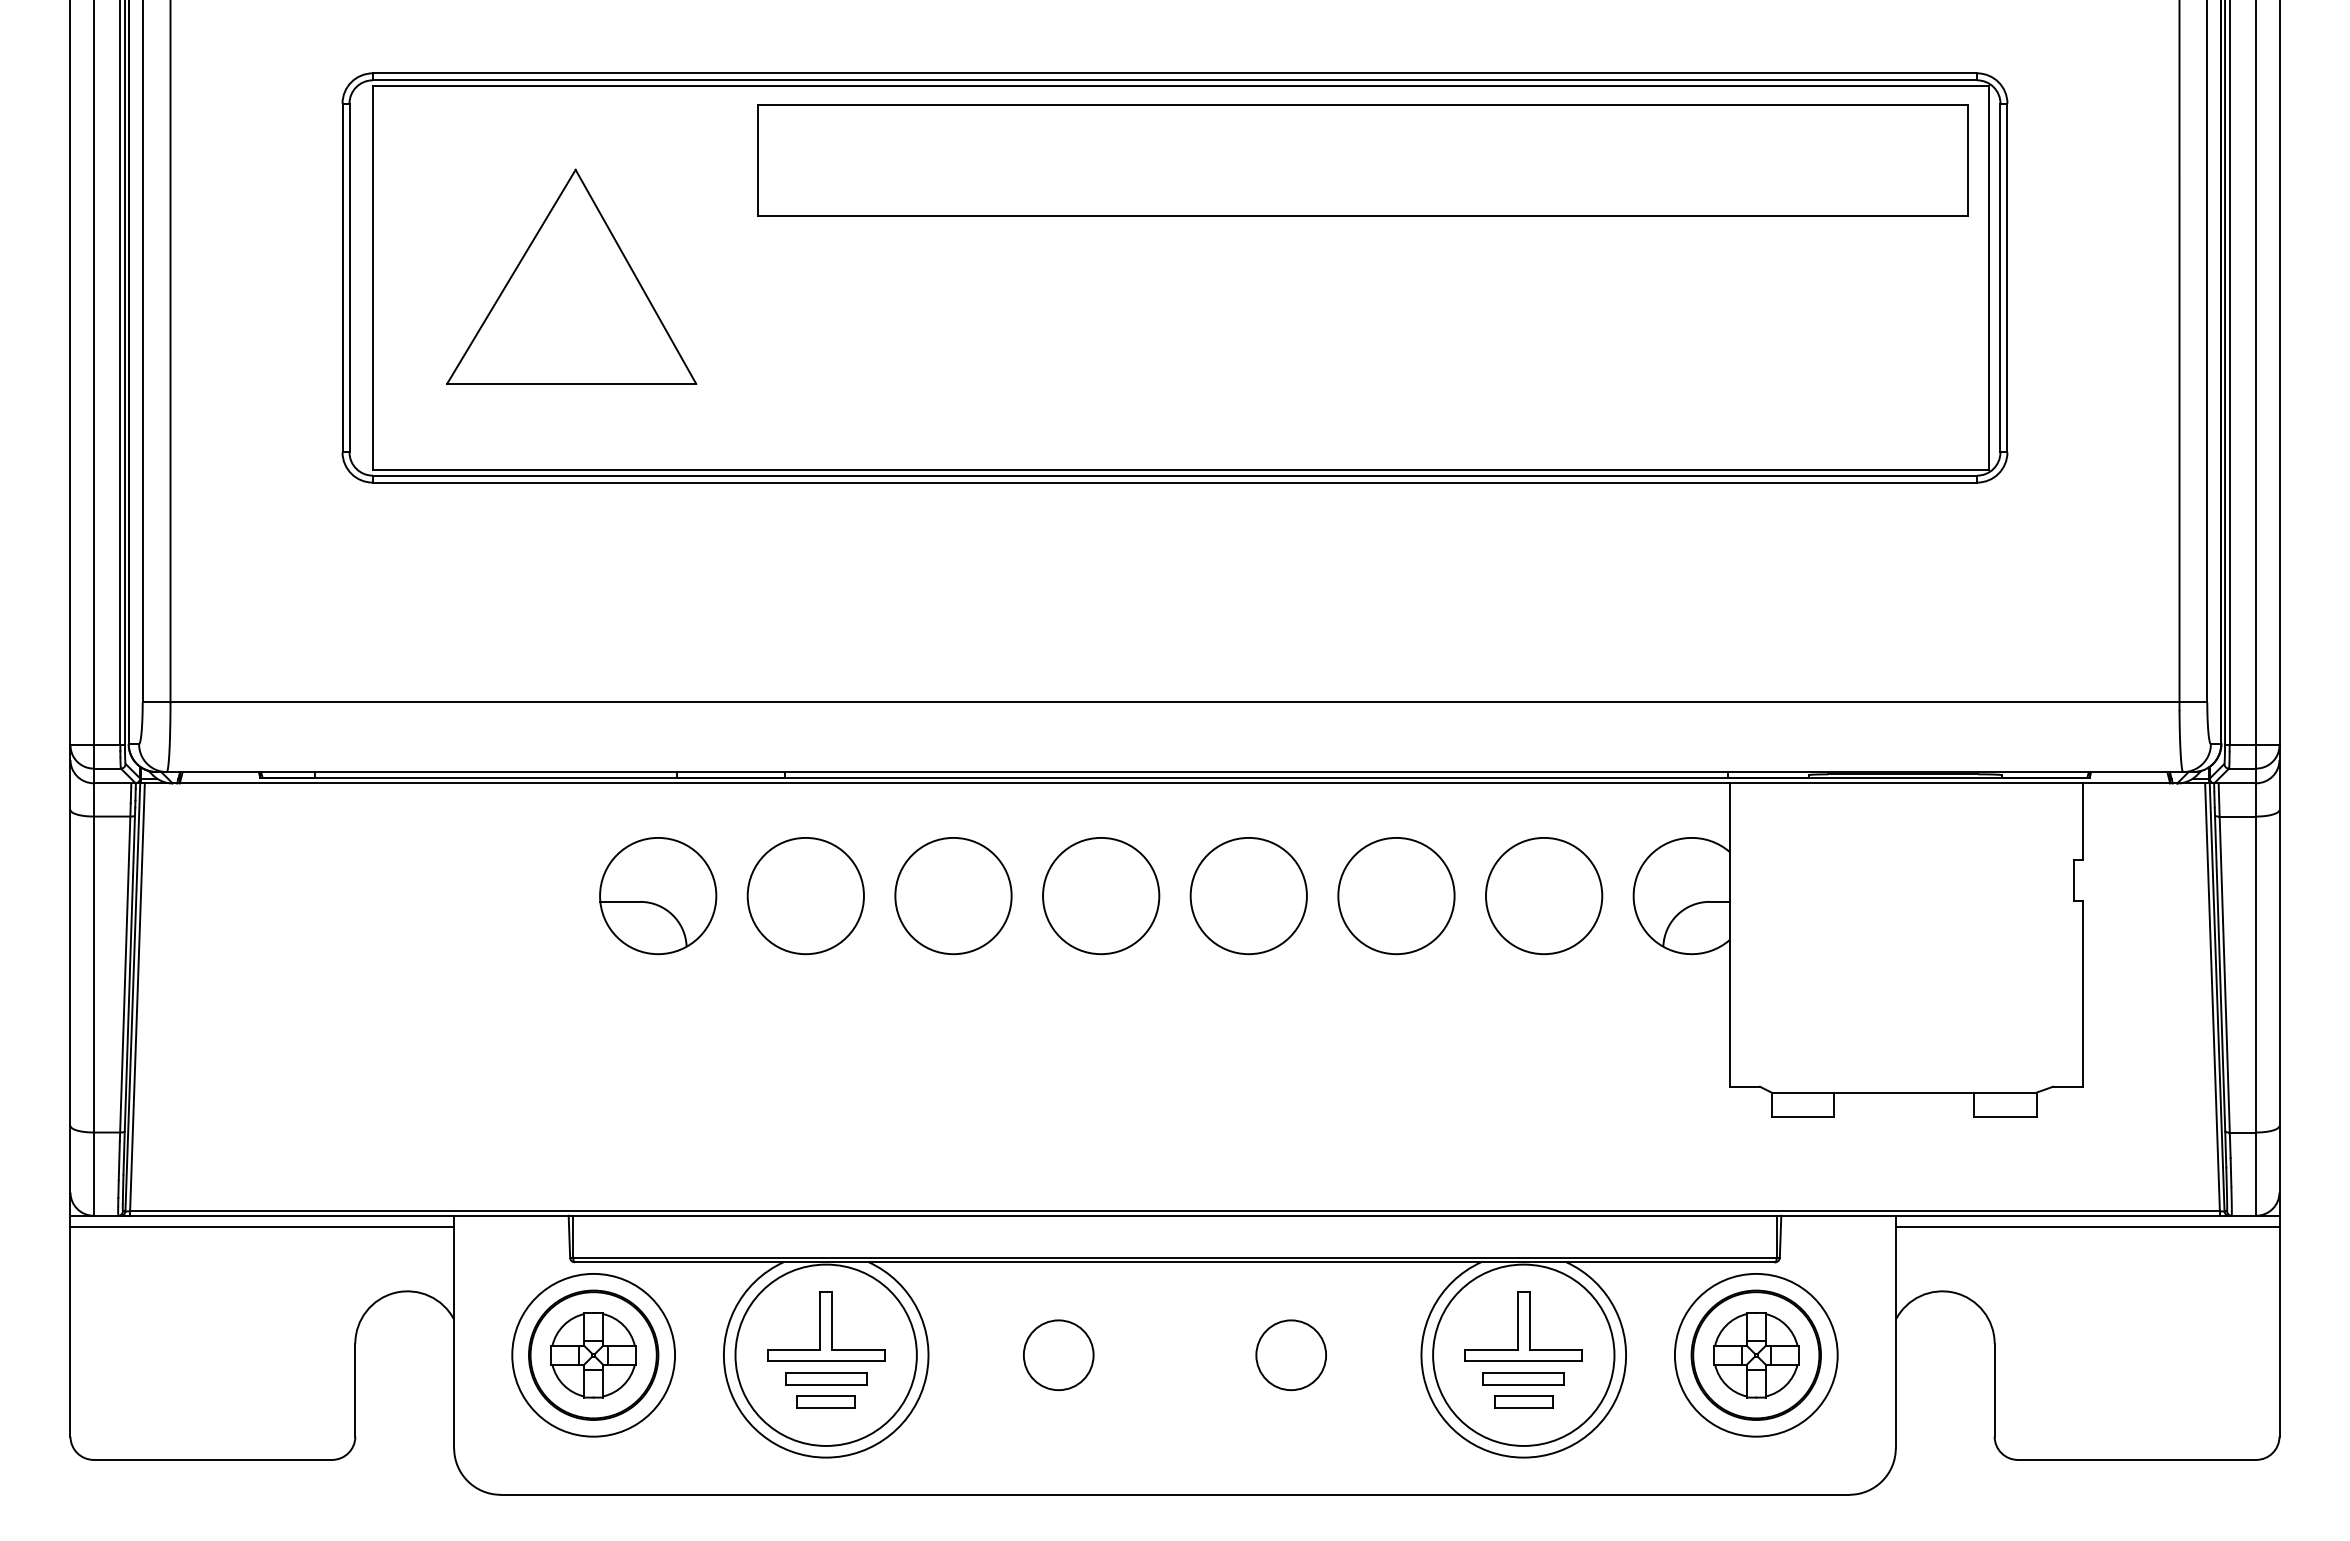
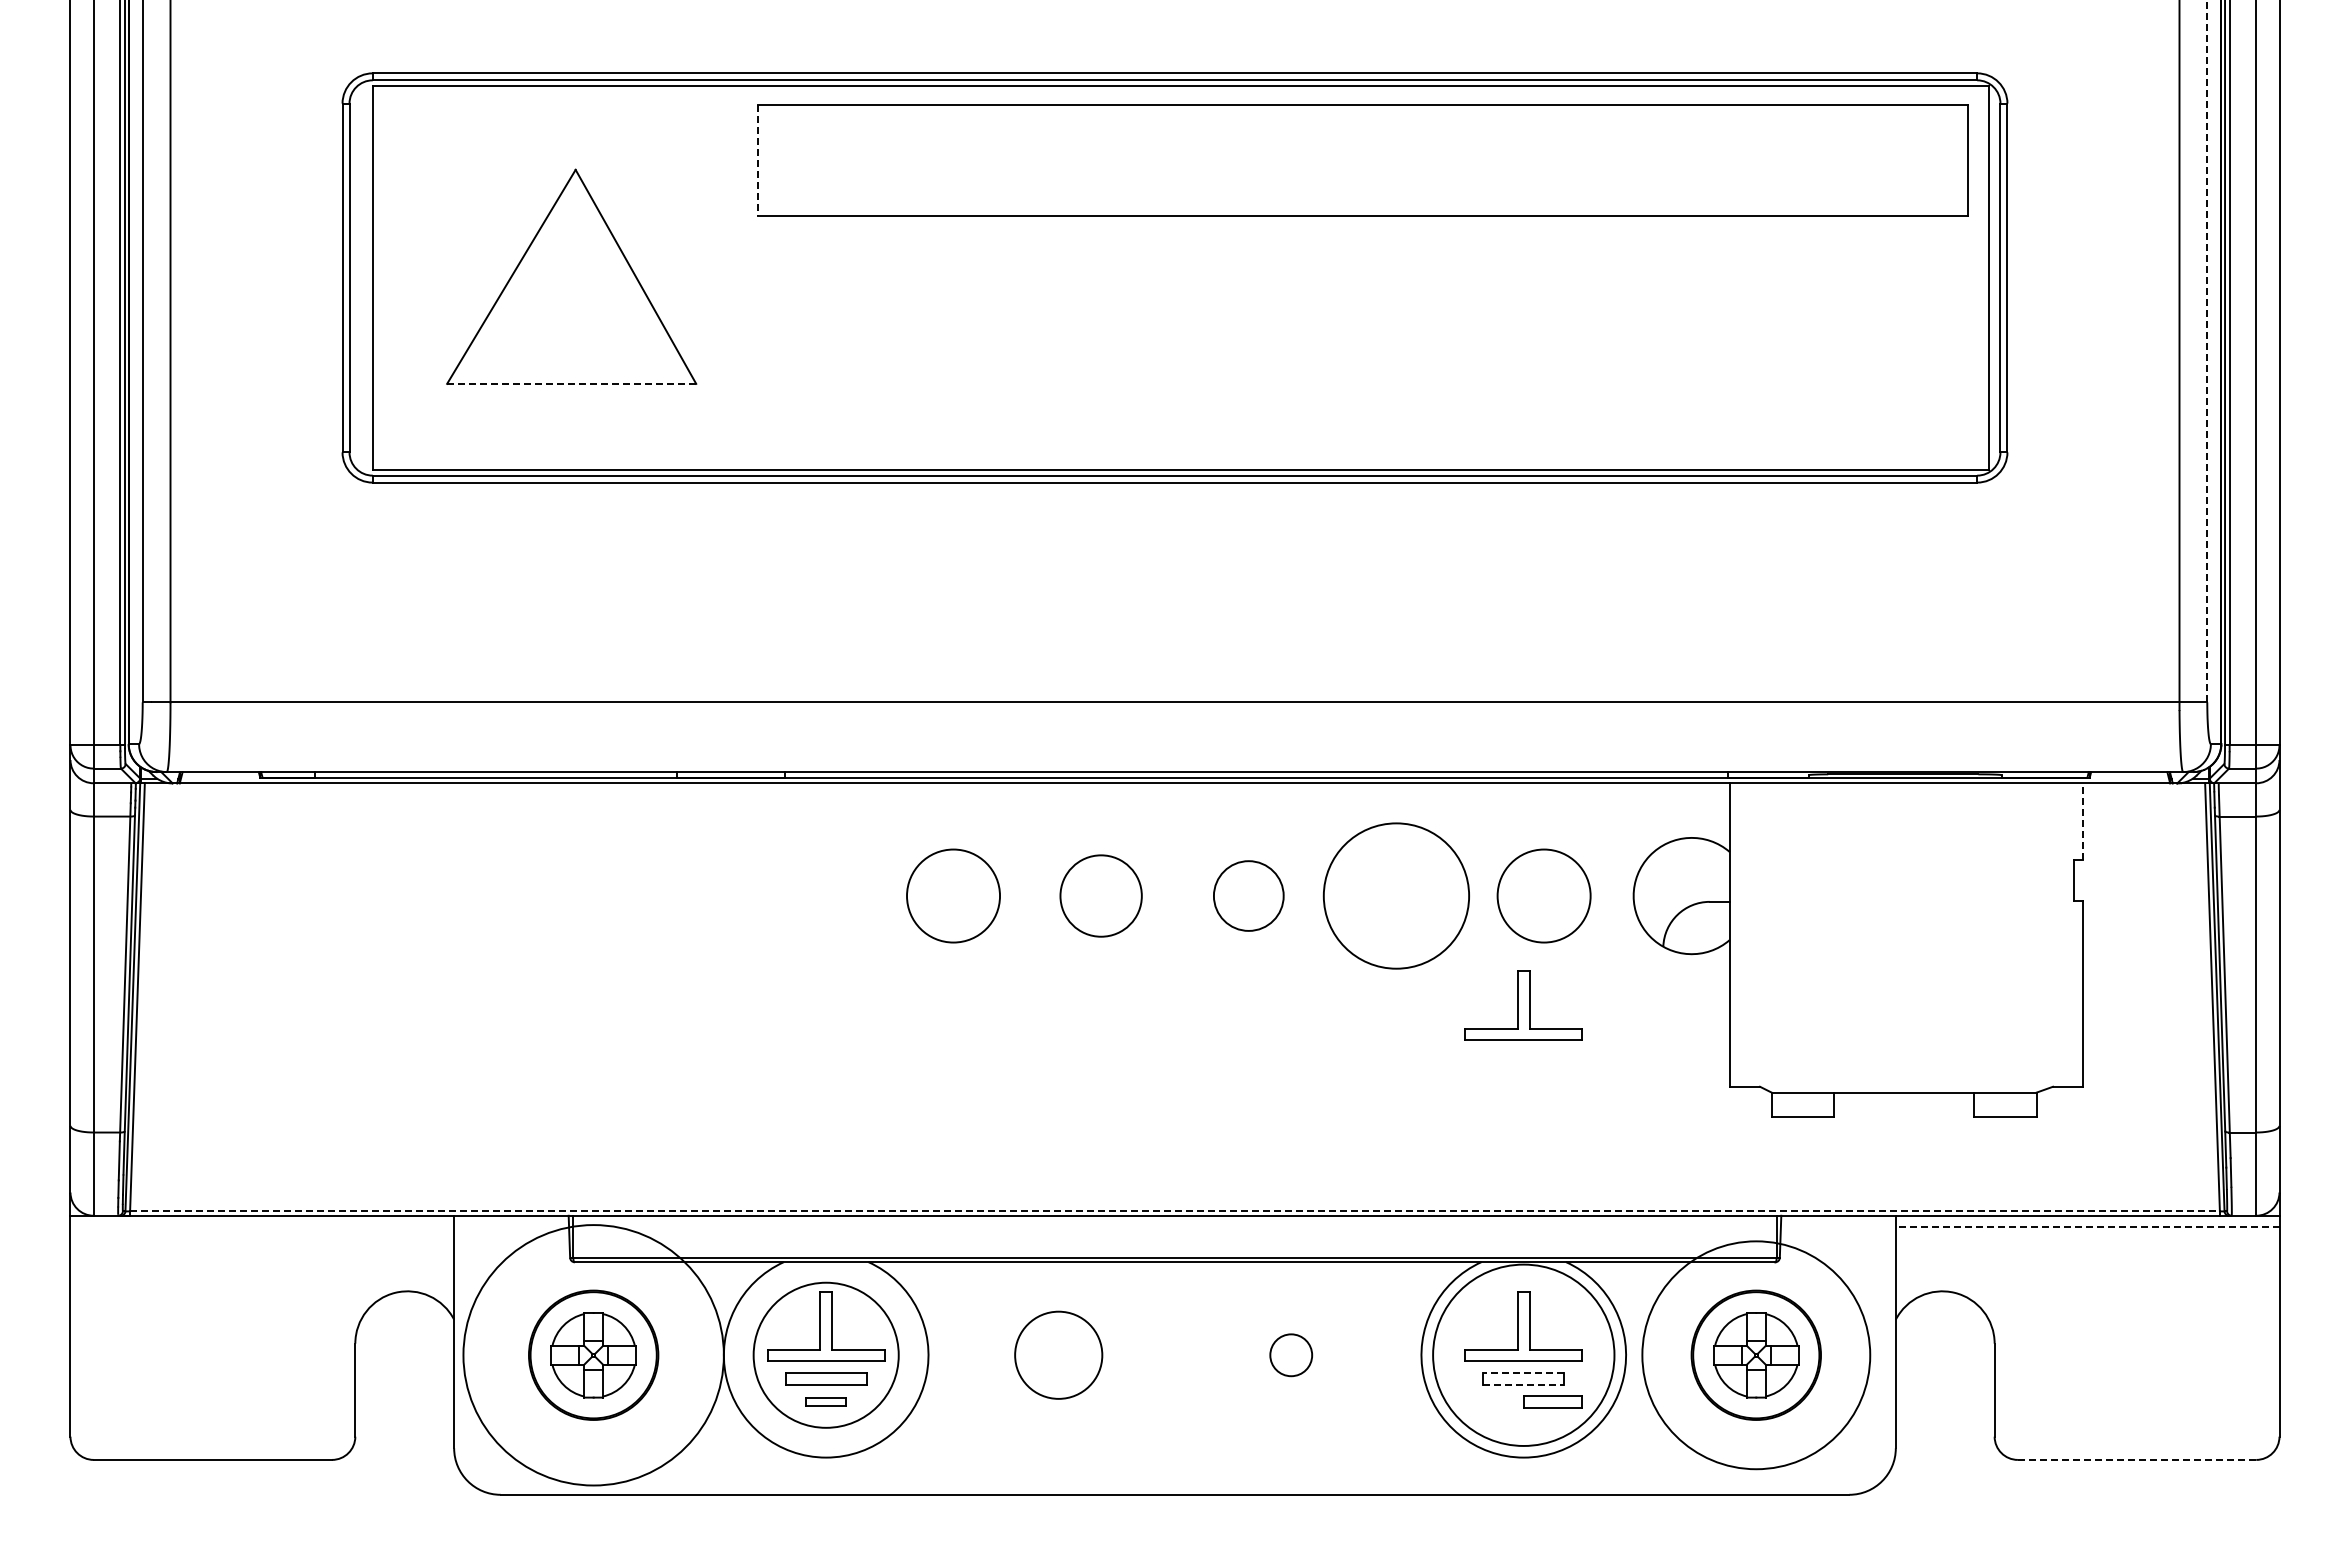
line at (758, 160): solid -> dashed
line at (2207, 351): solid -> dashed
line at (571, 383): solid -> dashed
line at (2083, 821): solid -> dashed
circle at (953, 895) diameter: 116 px -> 93 px
circle at (1101, 895) diameter: 116 px -> 81 px
circle at (1248, 895) diameter: 116 px -> 70 px
circle at (1396, 895) diameter: 116 px -> 145 px
circle at (1544, 895) diameter: 116 px -> 93 px
part at (658, 896): present -> none
circle at (805, 896): present -> none
part at (1523, 1005): none -> present
line at (1175, 1211): solid -> dashed
line at (262, 1227): present -> none
line at (2087, 1227): solid -> dashed
circle at (593, 1354) diameter: 163 px -> 260 px
circle at (825, 1354) diameter: 181 px -> 145 px
circle at (1755, 1354) diameter: 163 px -> 228 px
circle at (1058, 1355) diameter: 70 px -> 87 px
circle at (1291, 1355) diameter: 70 px -> 42 px
line at (1523, 1372): solid -> dashed
line at (1523, 1384): solid -> dashed
part at (825, 1401) size: 60x14 px -> 42x10 px
part at (1523, 1401) position: (1523, 1401) -> (1552, 1401)
line at (2136, 1459): solid -> dashed
